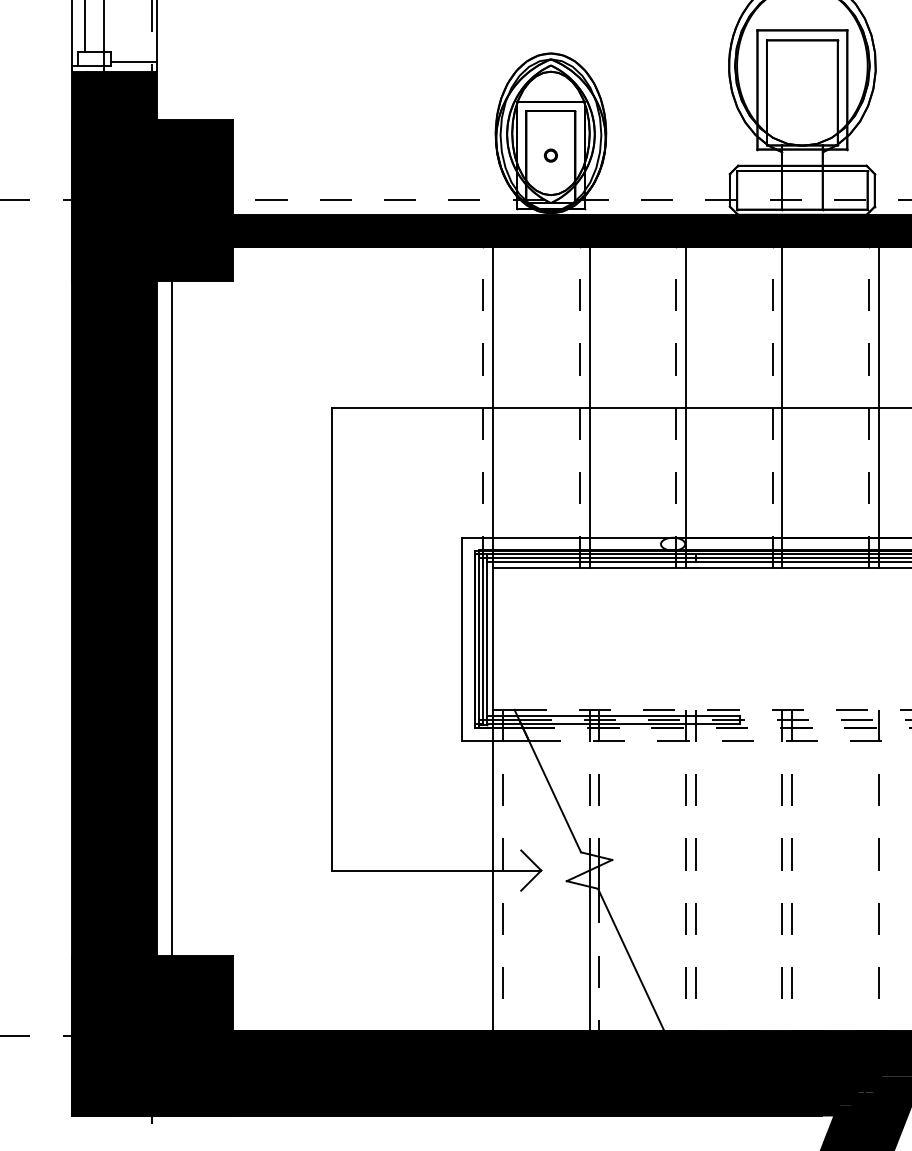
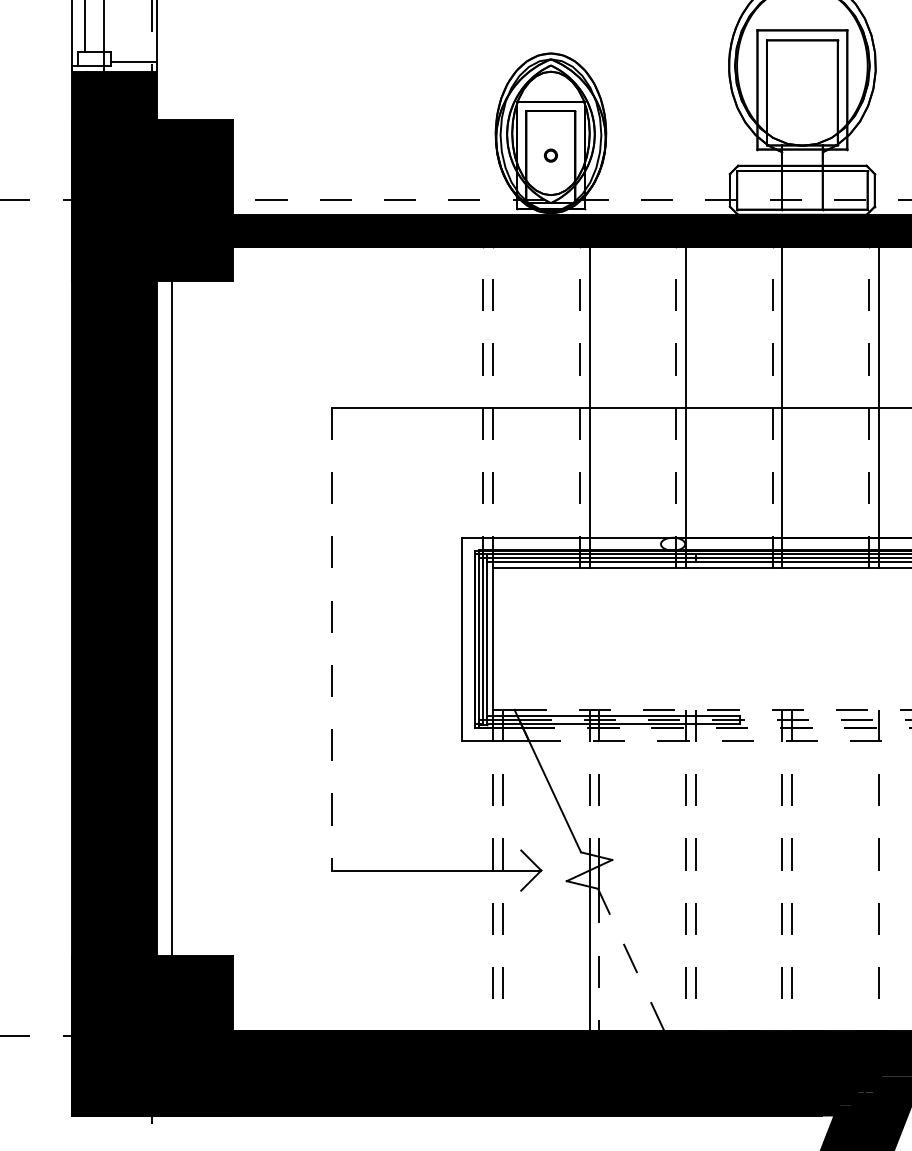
line at (493, 407): solid -> dashed
line at (332, 639): solid -> dashed
line at (493, 870): solid -> dashed
line at (631, 960): solid -> dashed
